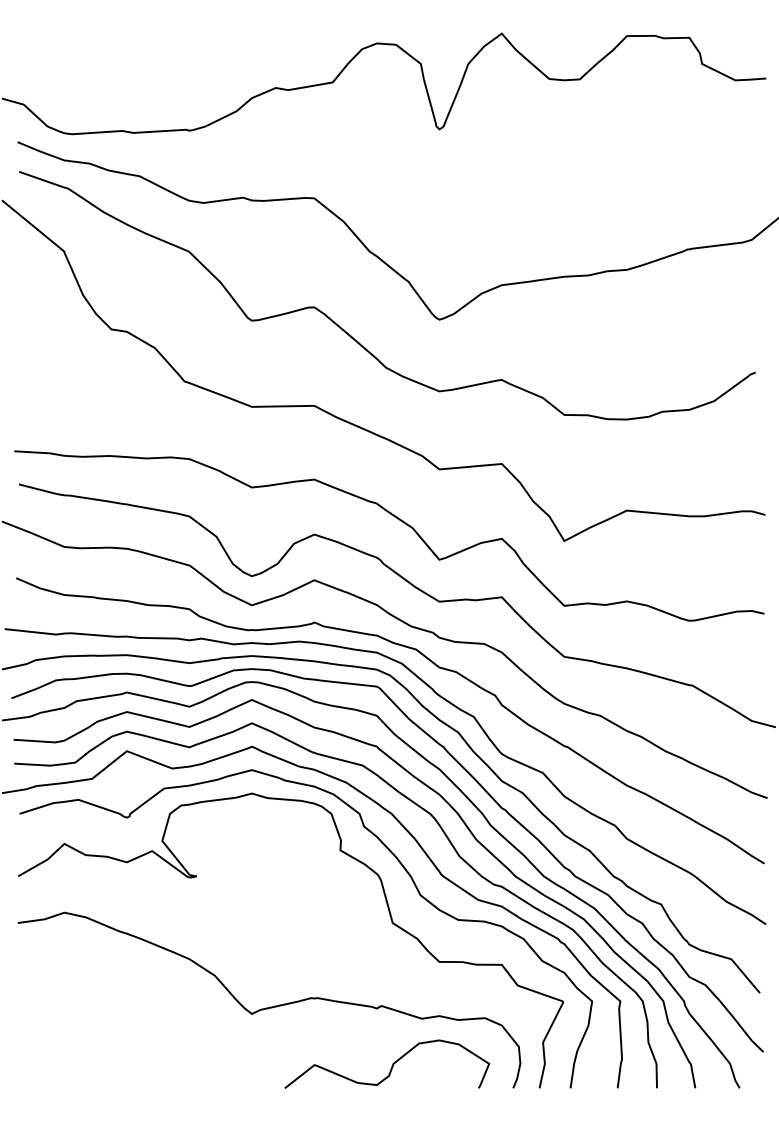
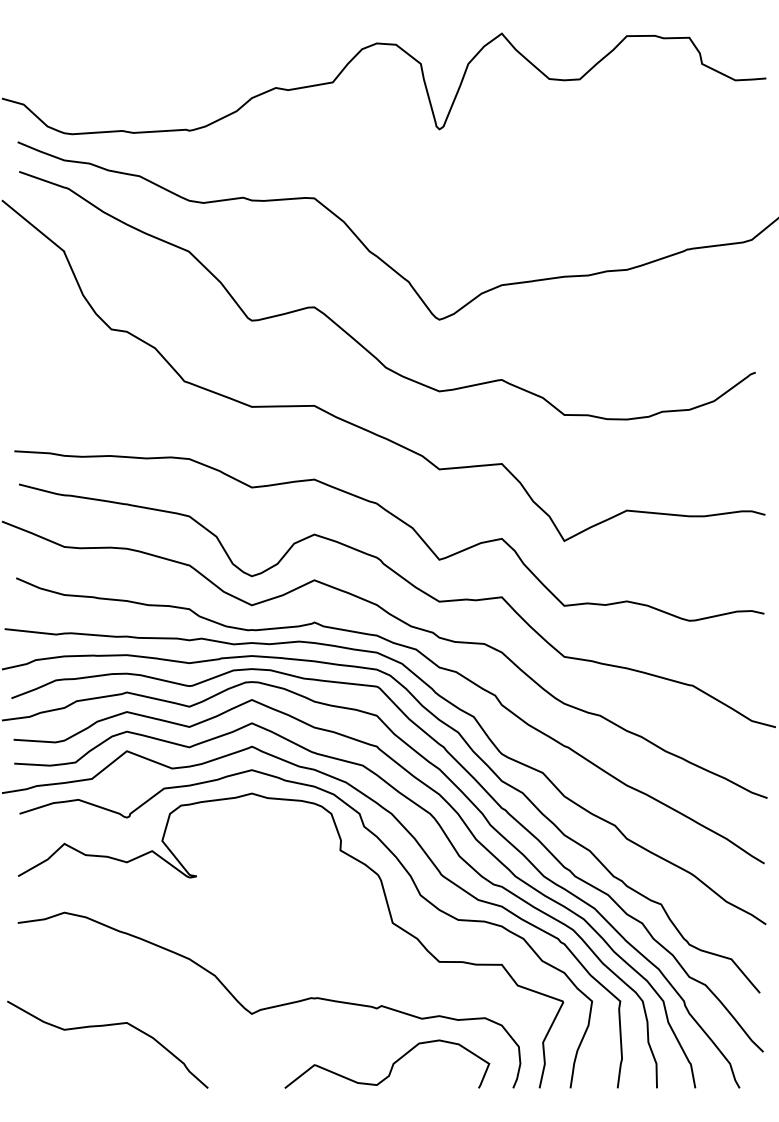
curve at (106, 1026): none -> present
